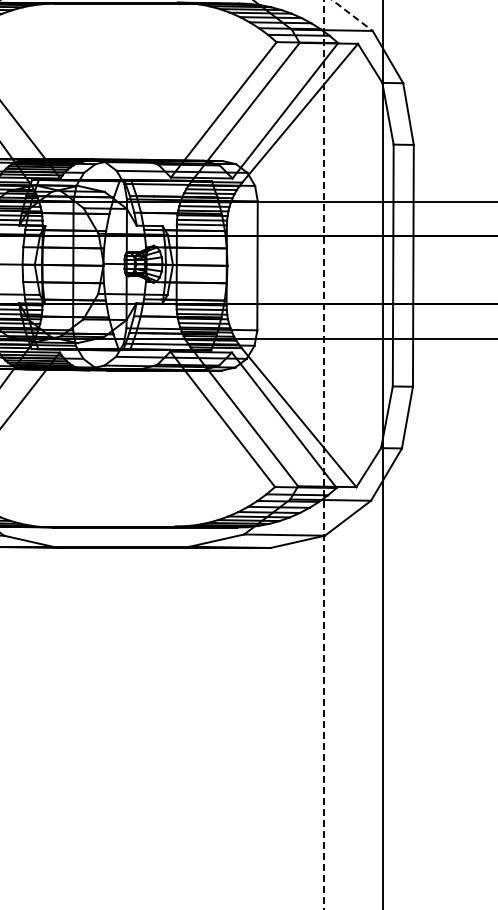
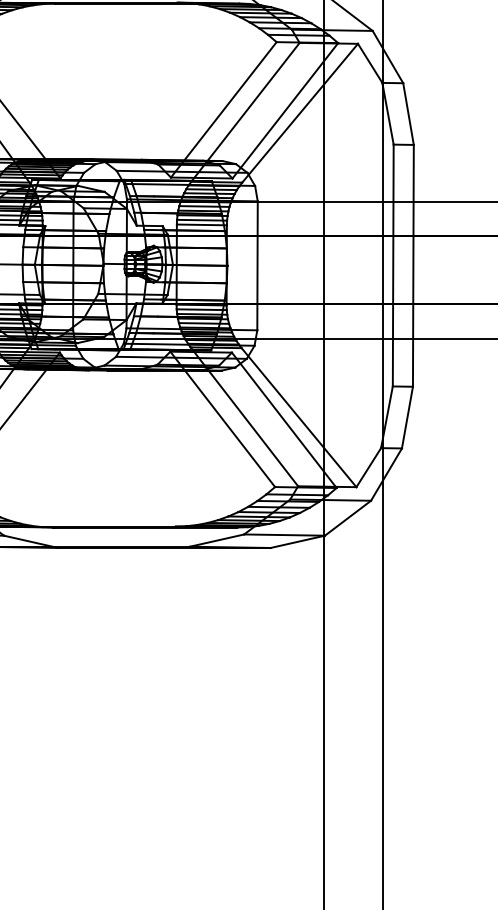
line at (352, 15): dashed -> solid
line at (323, 455): dashed -> solid
